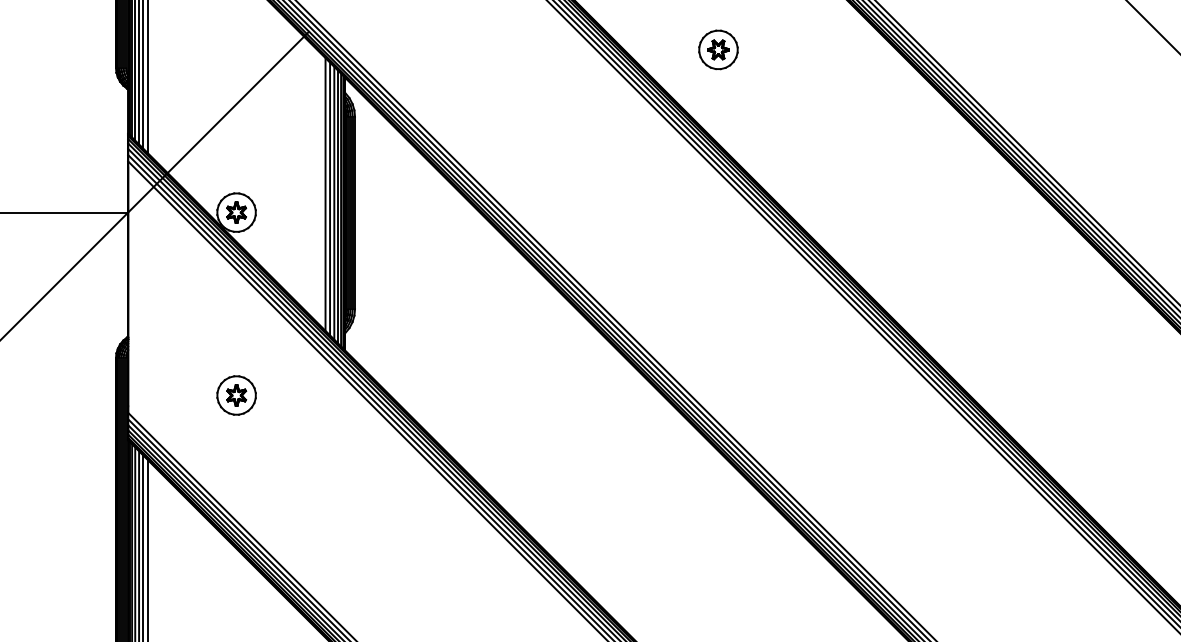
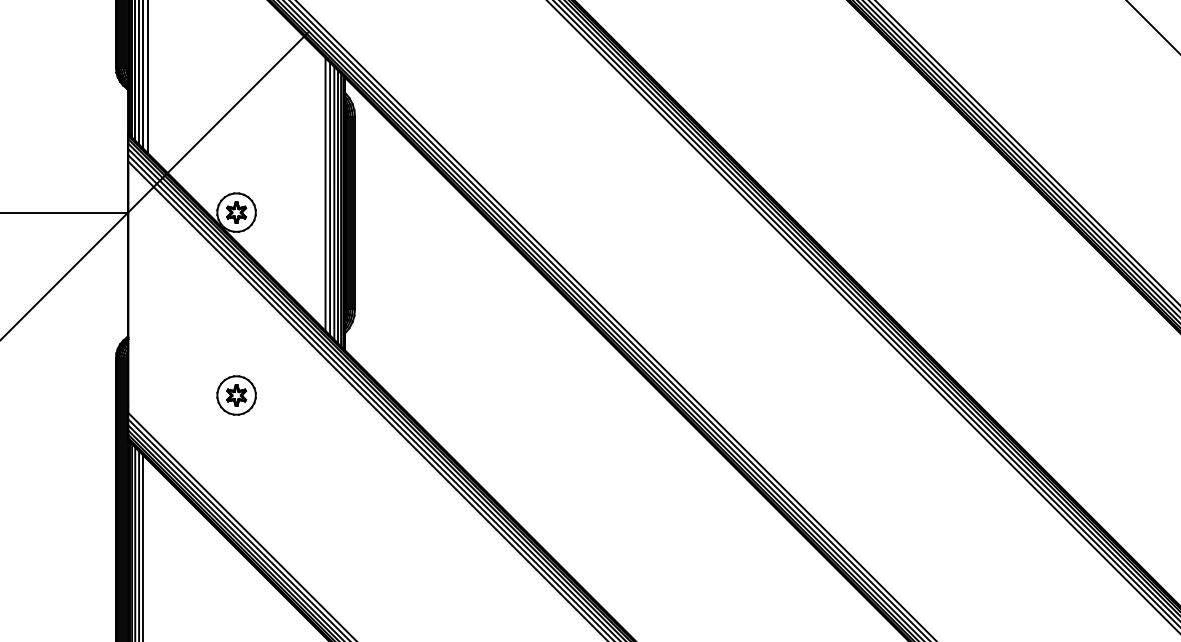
part at (718, 49): present -> none
line at (147, 549): present -> none
